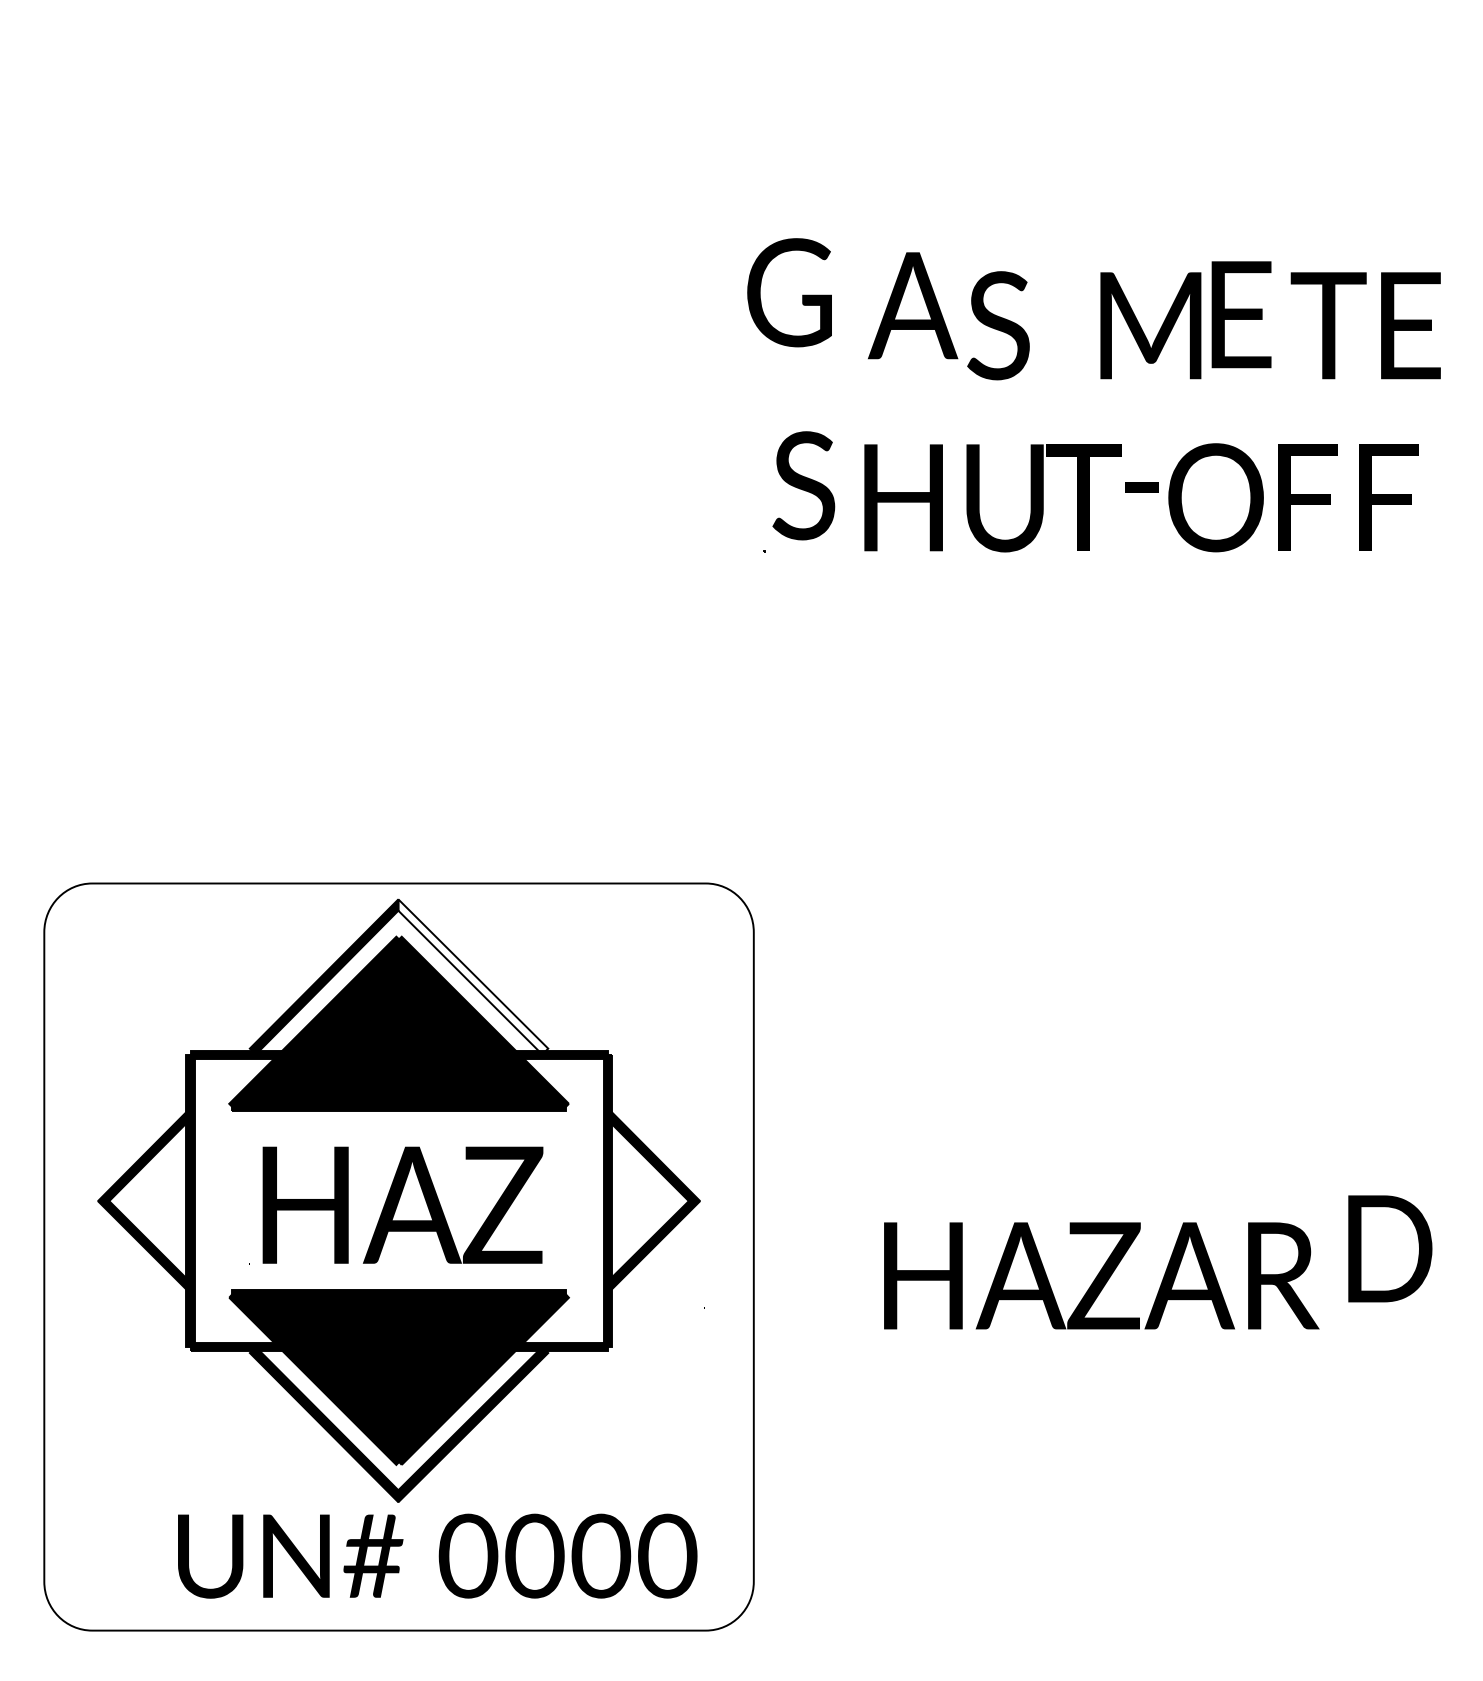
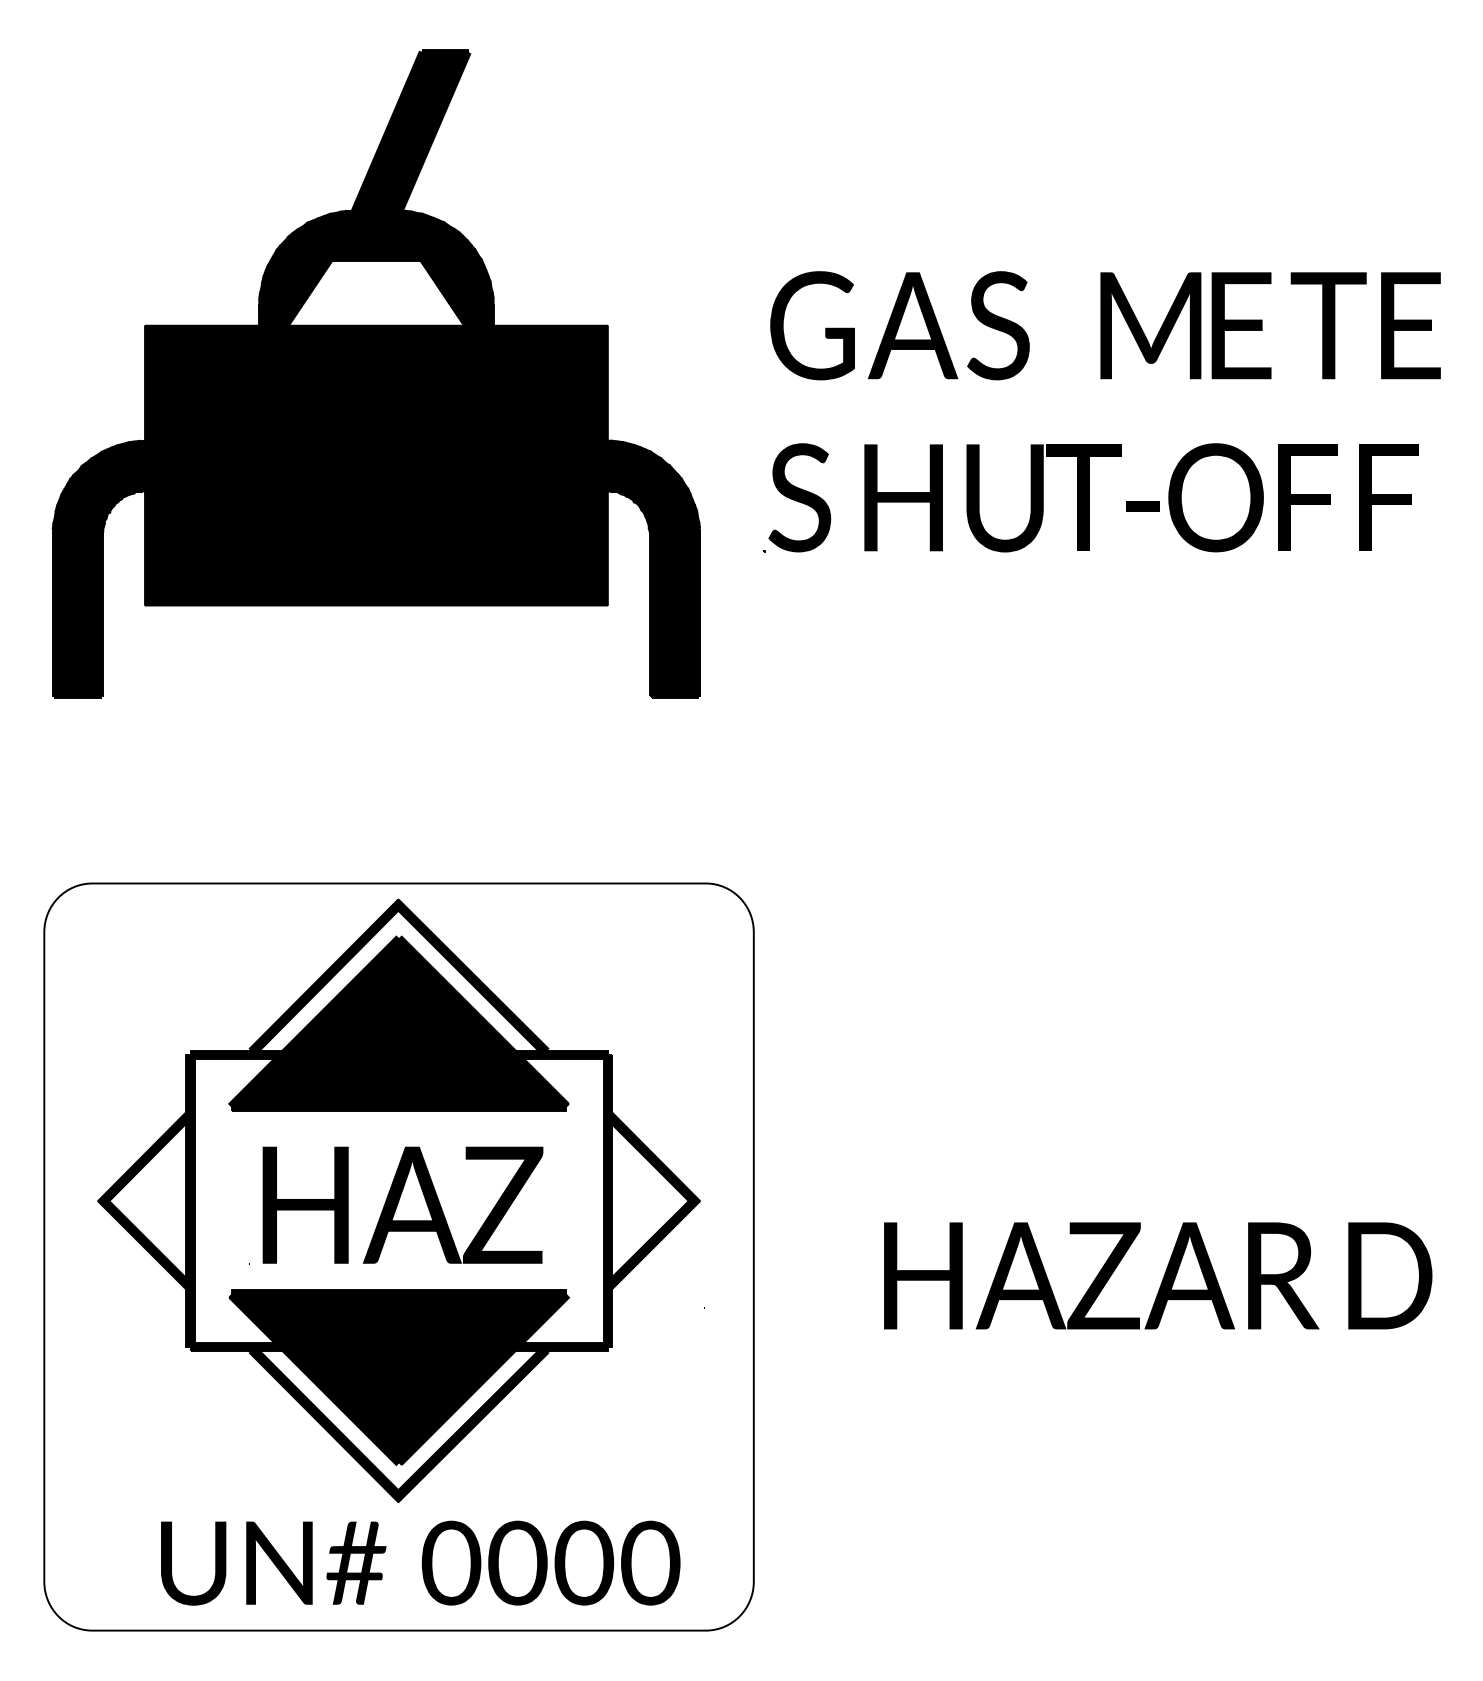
text at (789, 292) position: (789, 292) -> (812, 325)
text at (913, 305) position: (913, 305) -> (913, 325)
text at (1241, 314) position: (1241, 314) -> (1241, 325)
part at (375, 373): none -> present
text at (803, 485) position: (803, 485) -> (799, 497)
text at (1141, 487) position: (1141, 487) -> (1142, 506)
fill at (473, 976): none -> present
text at (1390, 1248) position: (1390, 1248) -> (1390, 1275)
text at (437, 1555) position: (437, 1555) -> (420, 1562)
